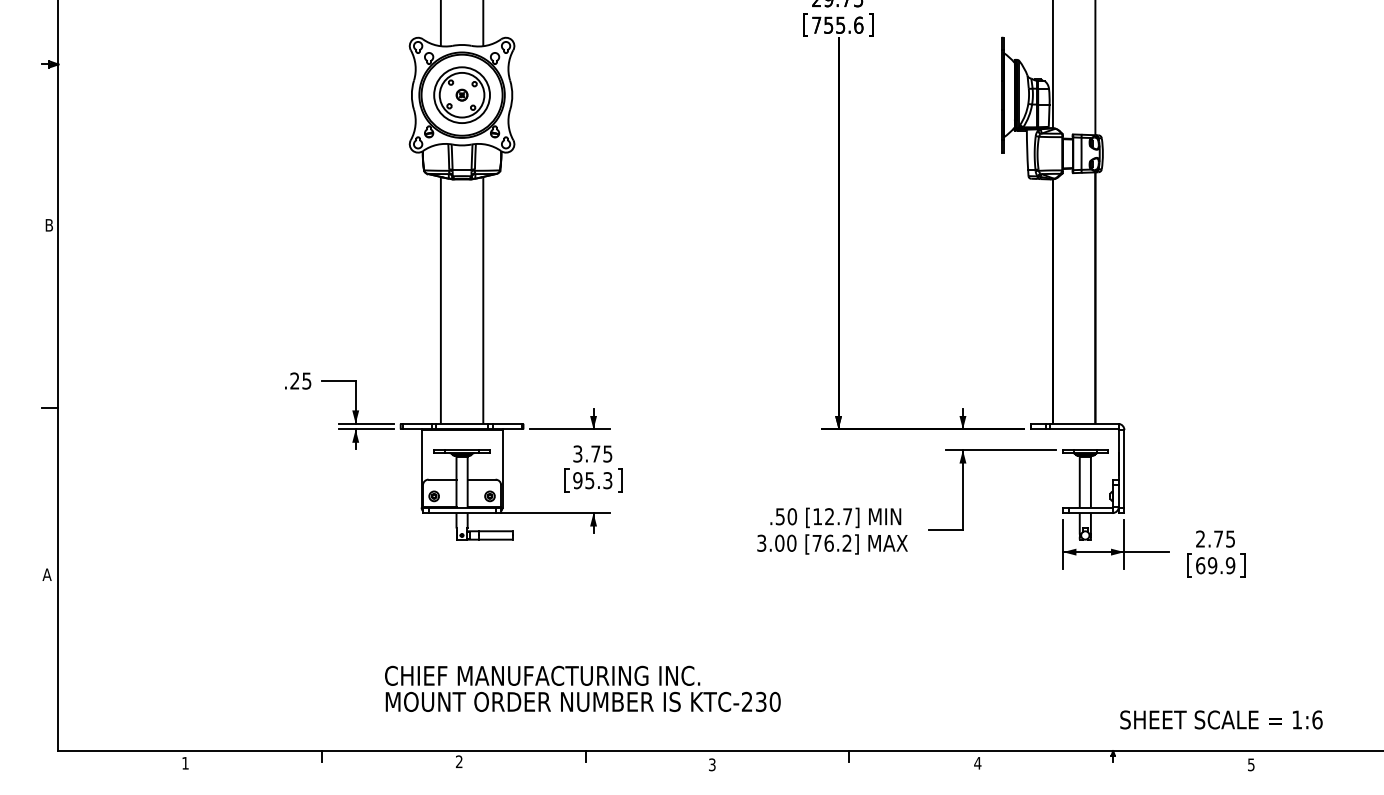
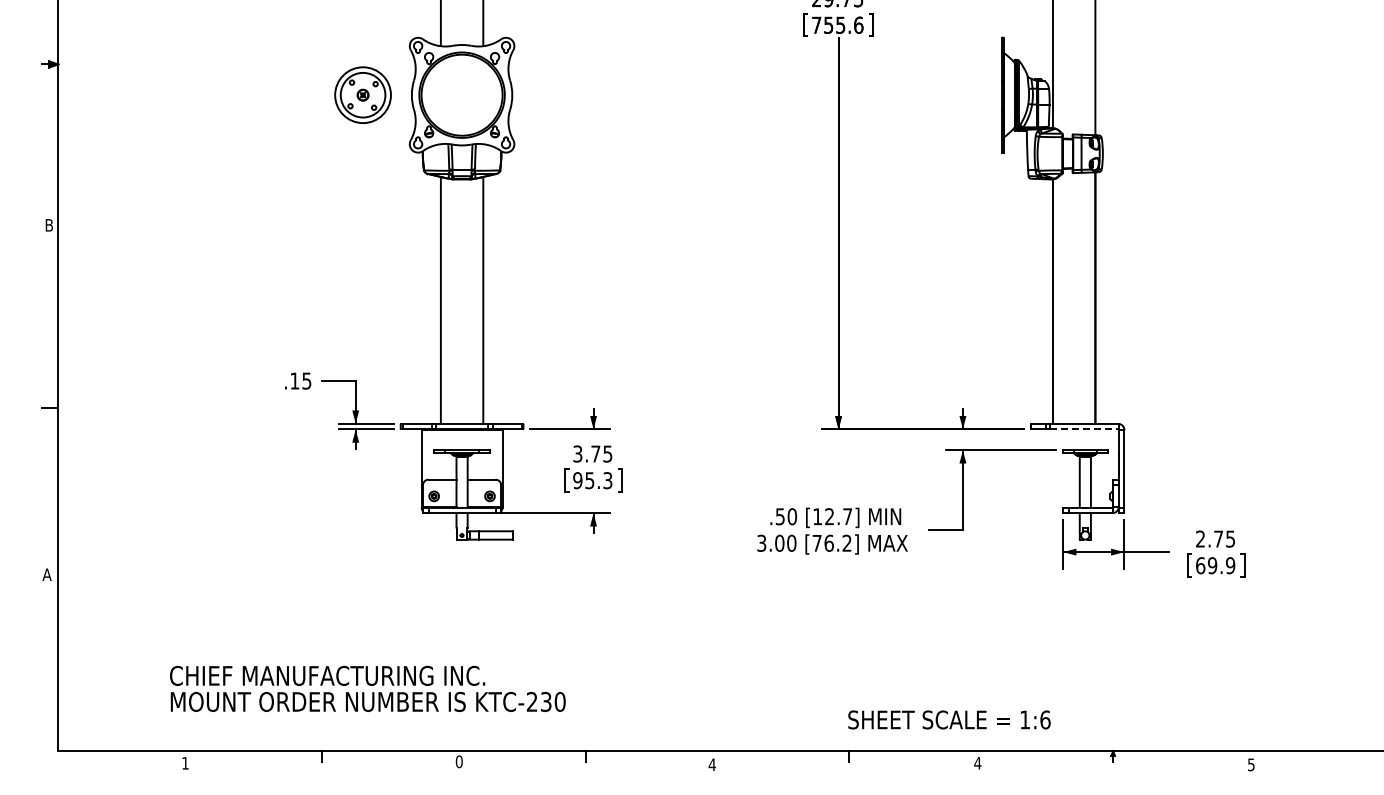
part at (461, 94) position: (461, 94) -> (362, 94)
text at (294, 380): .25 -> .15
line at (1084, 429): solid -> dashed
text at (582, 688) position: (582, 688) -> (367, 688)
text at (1221, 719) position: (1221, 719) -> (949, 719)
text at (458, 761): 2 -> 0
text at (711, 764): 3 -> 4
